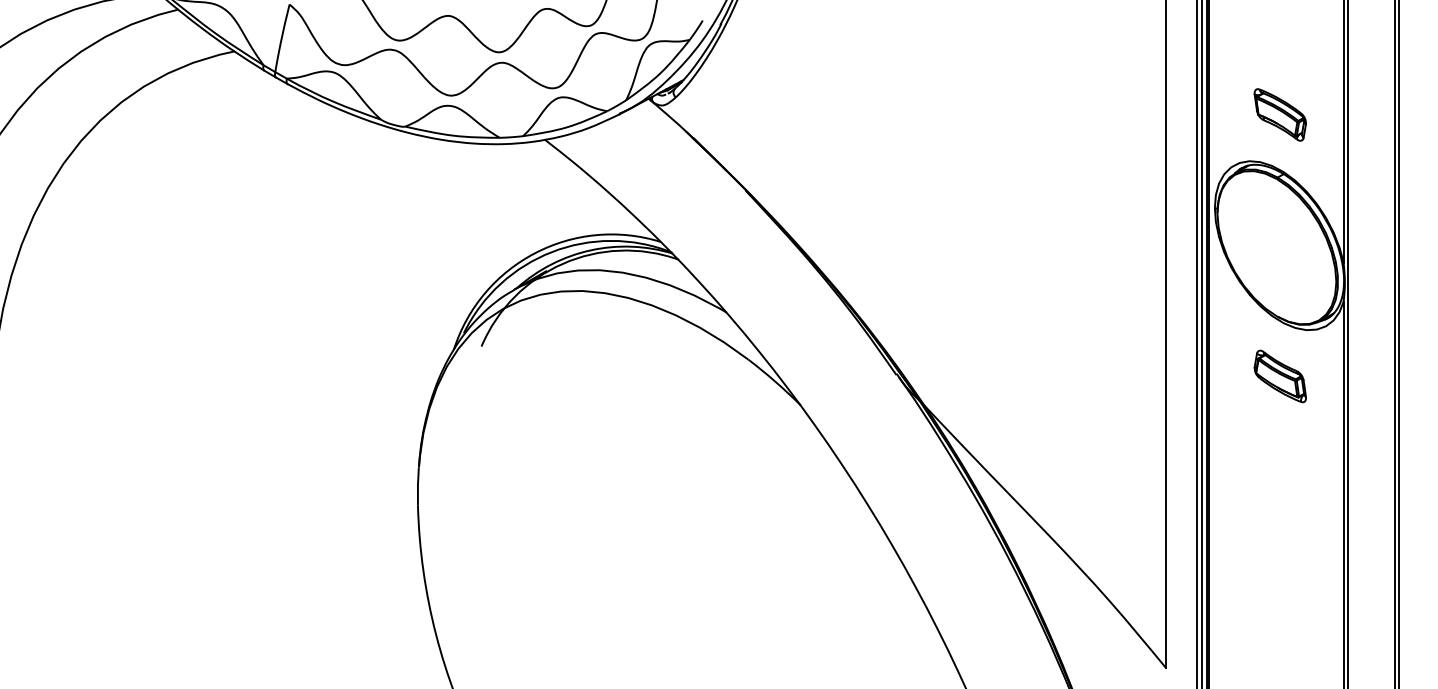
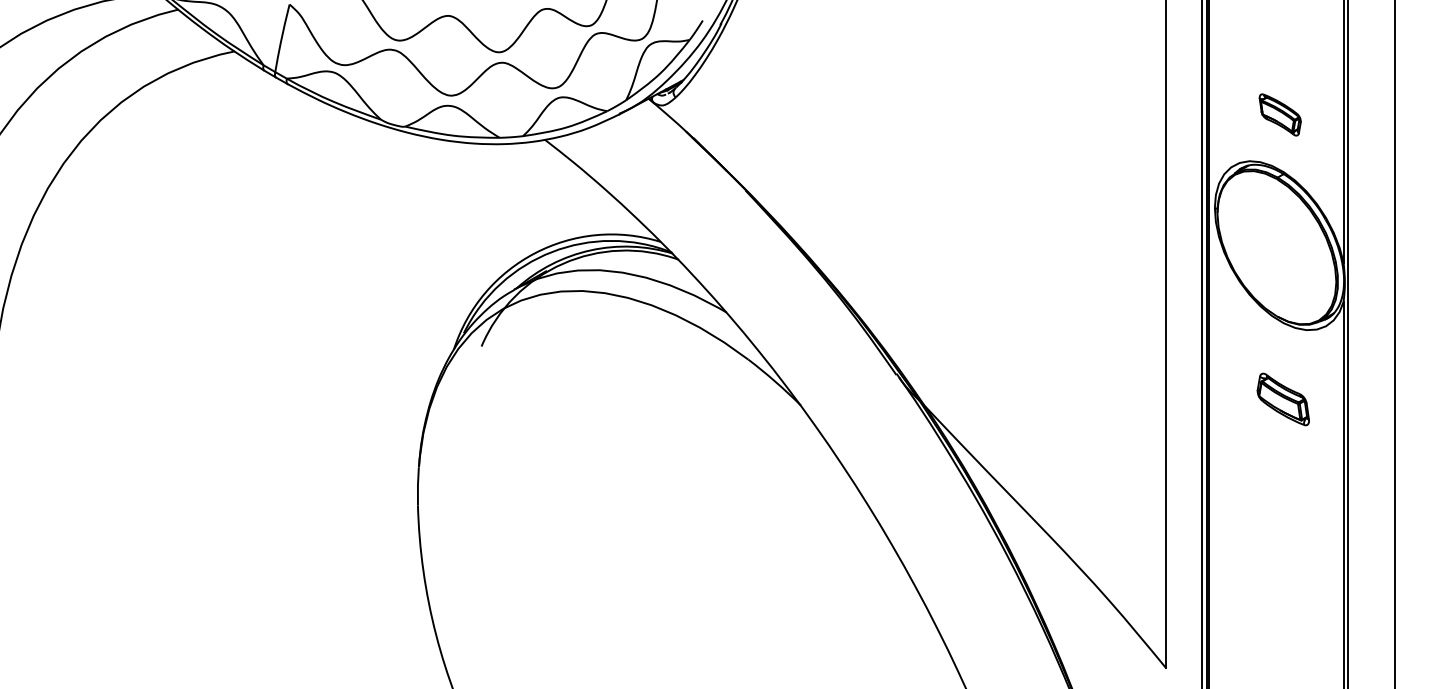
part at (1279, 114) size: 54x54 px -> 44x44 px
line at (1196, 343): present -> none
line at (1399, 343): present -> none
part at (1279, 376) position: (1279, 376) -> (1282, 399)
